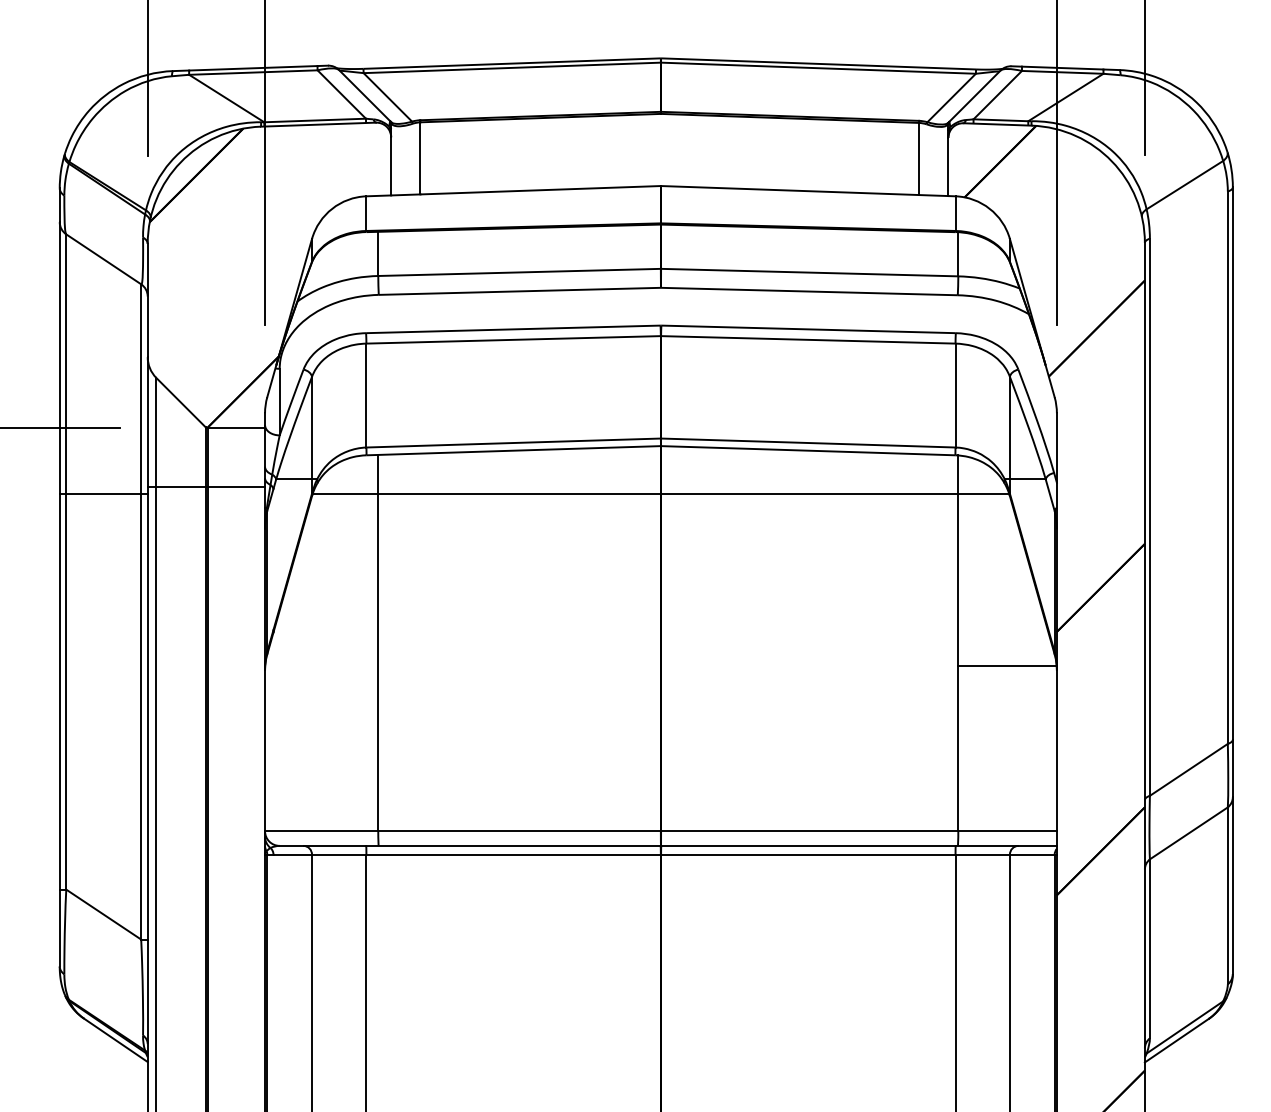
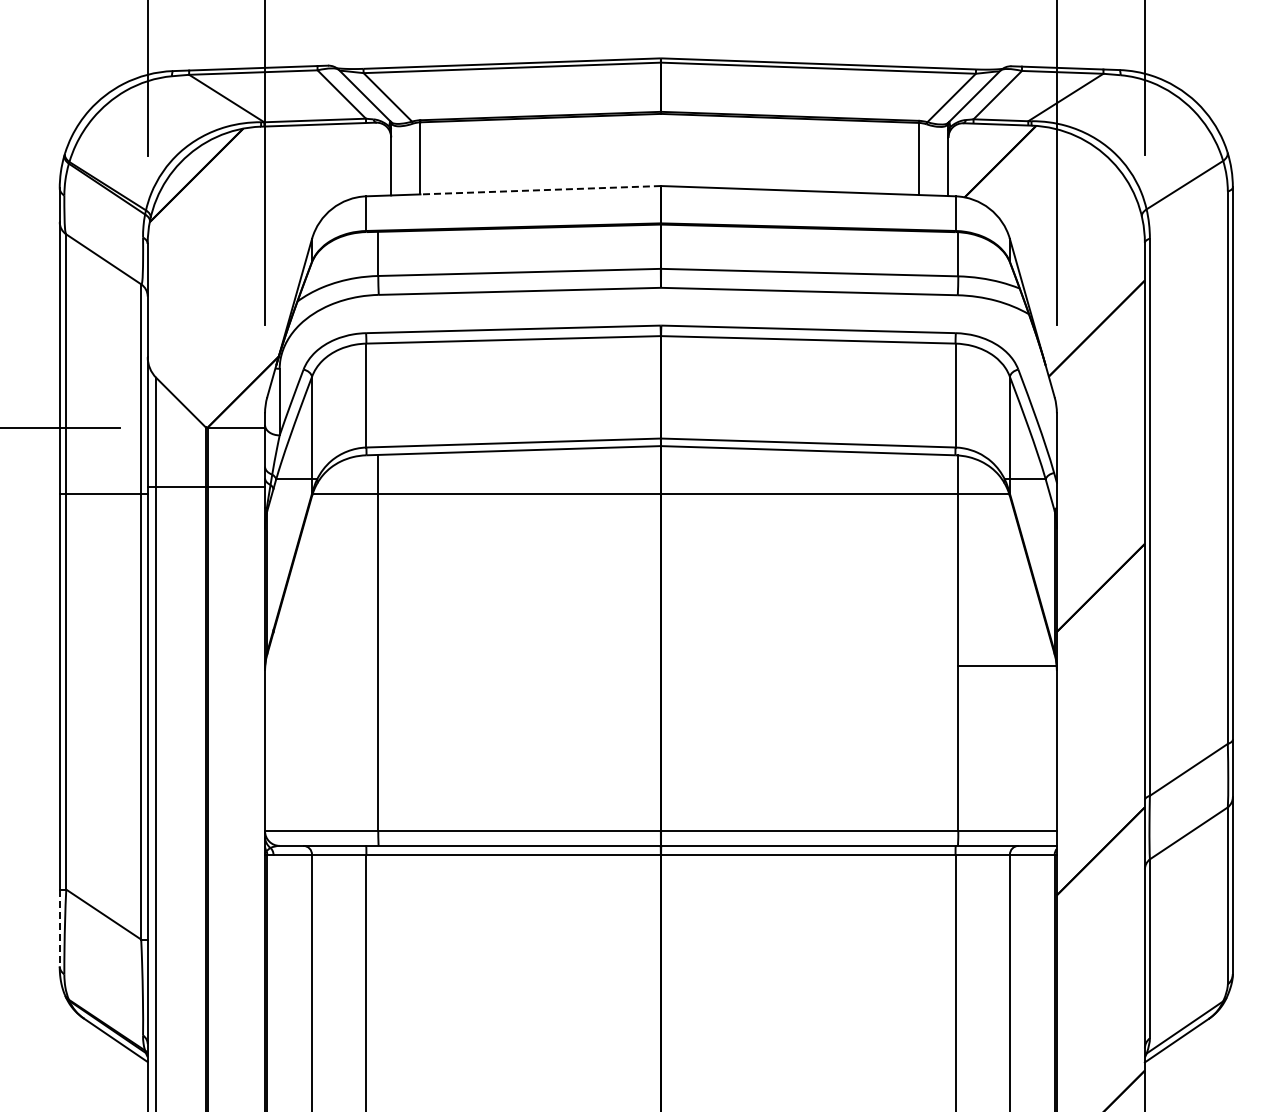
line at (540, 190): solid -> dashed
line at (59, 928): solid -> dashed
